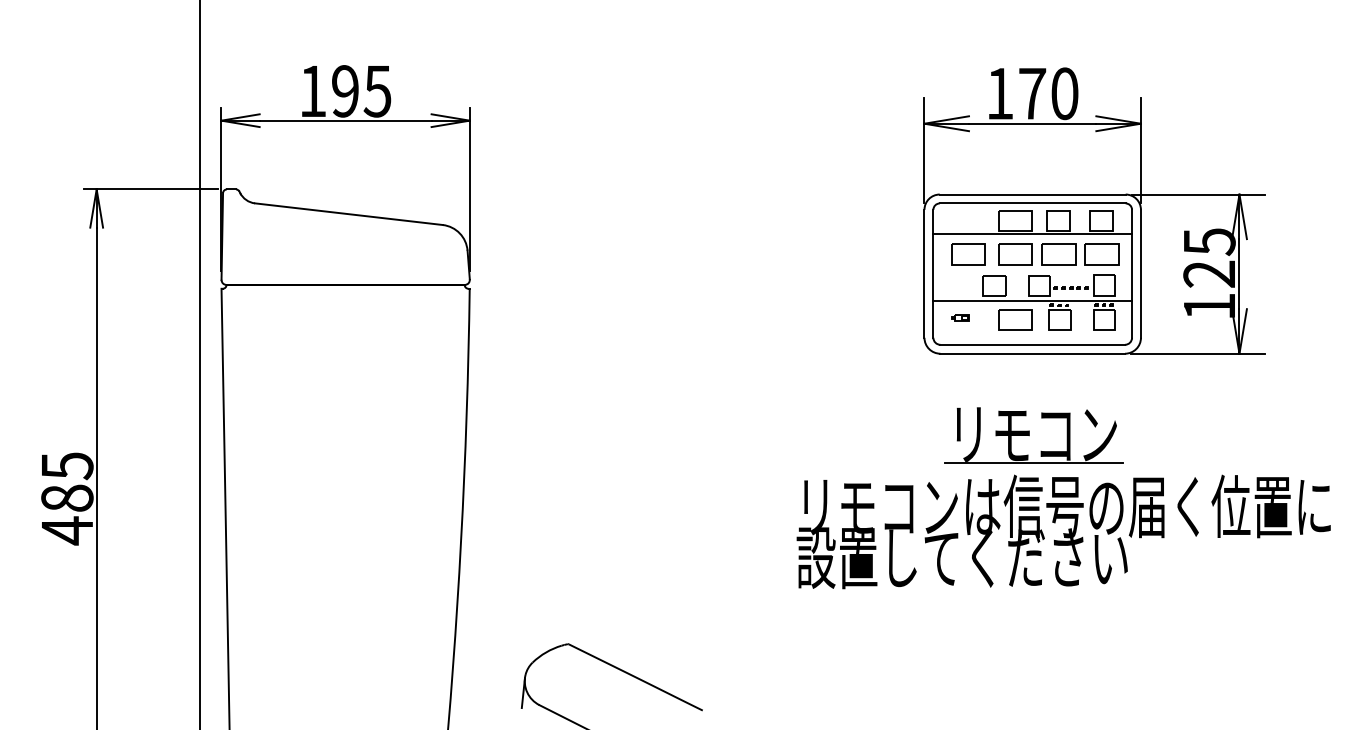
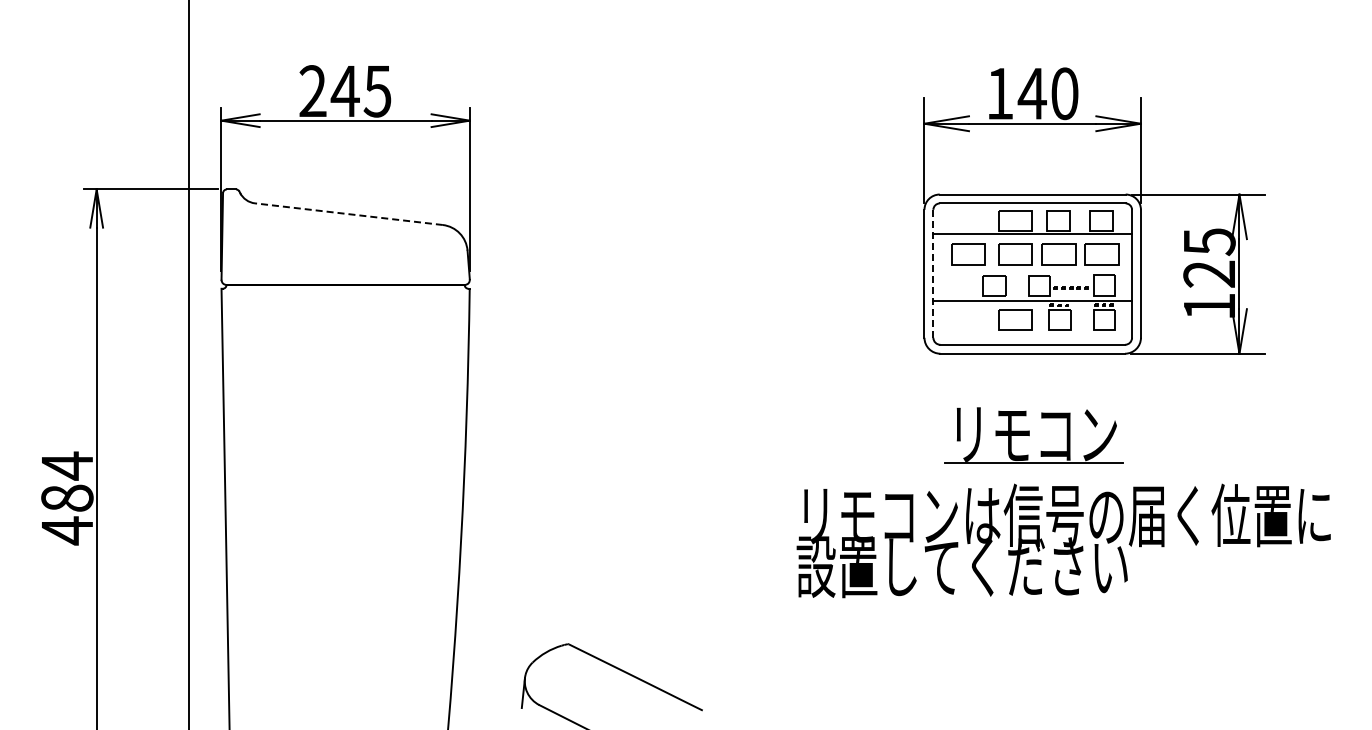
text at (329, 91): 195 -> 245
text at (1031, 93): 170 -> 140
line at (348, 214): solid -> dashed
line at (933, 273): solid -> dashed
part at (960, 317): present -> none
line at (200, 364) position: (200, 364) -> (189, 364)
text at (67, 465): 485 -> 484
text at (1063, 531) position: (1063, 531) -> (1063, 540)
